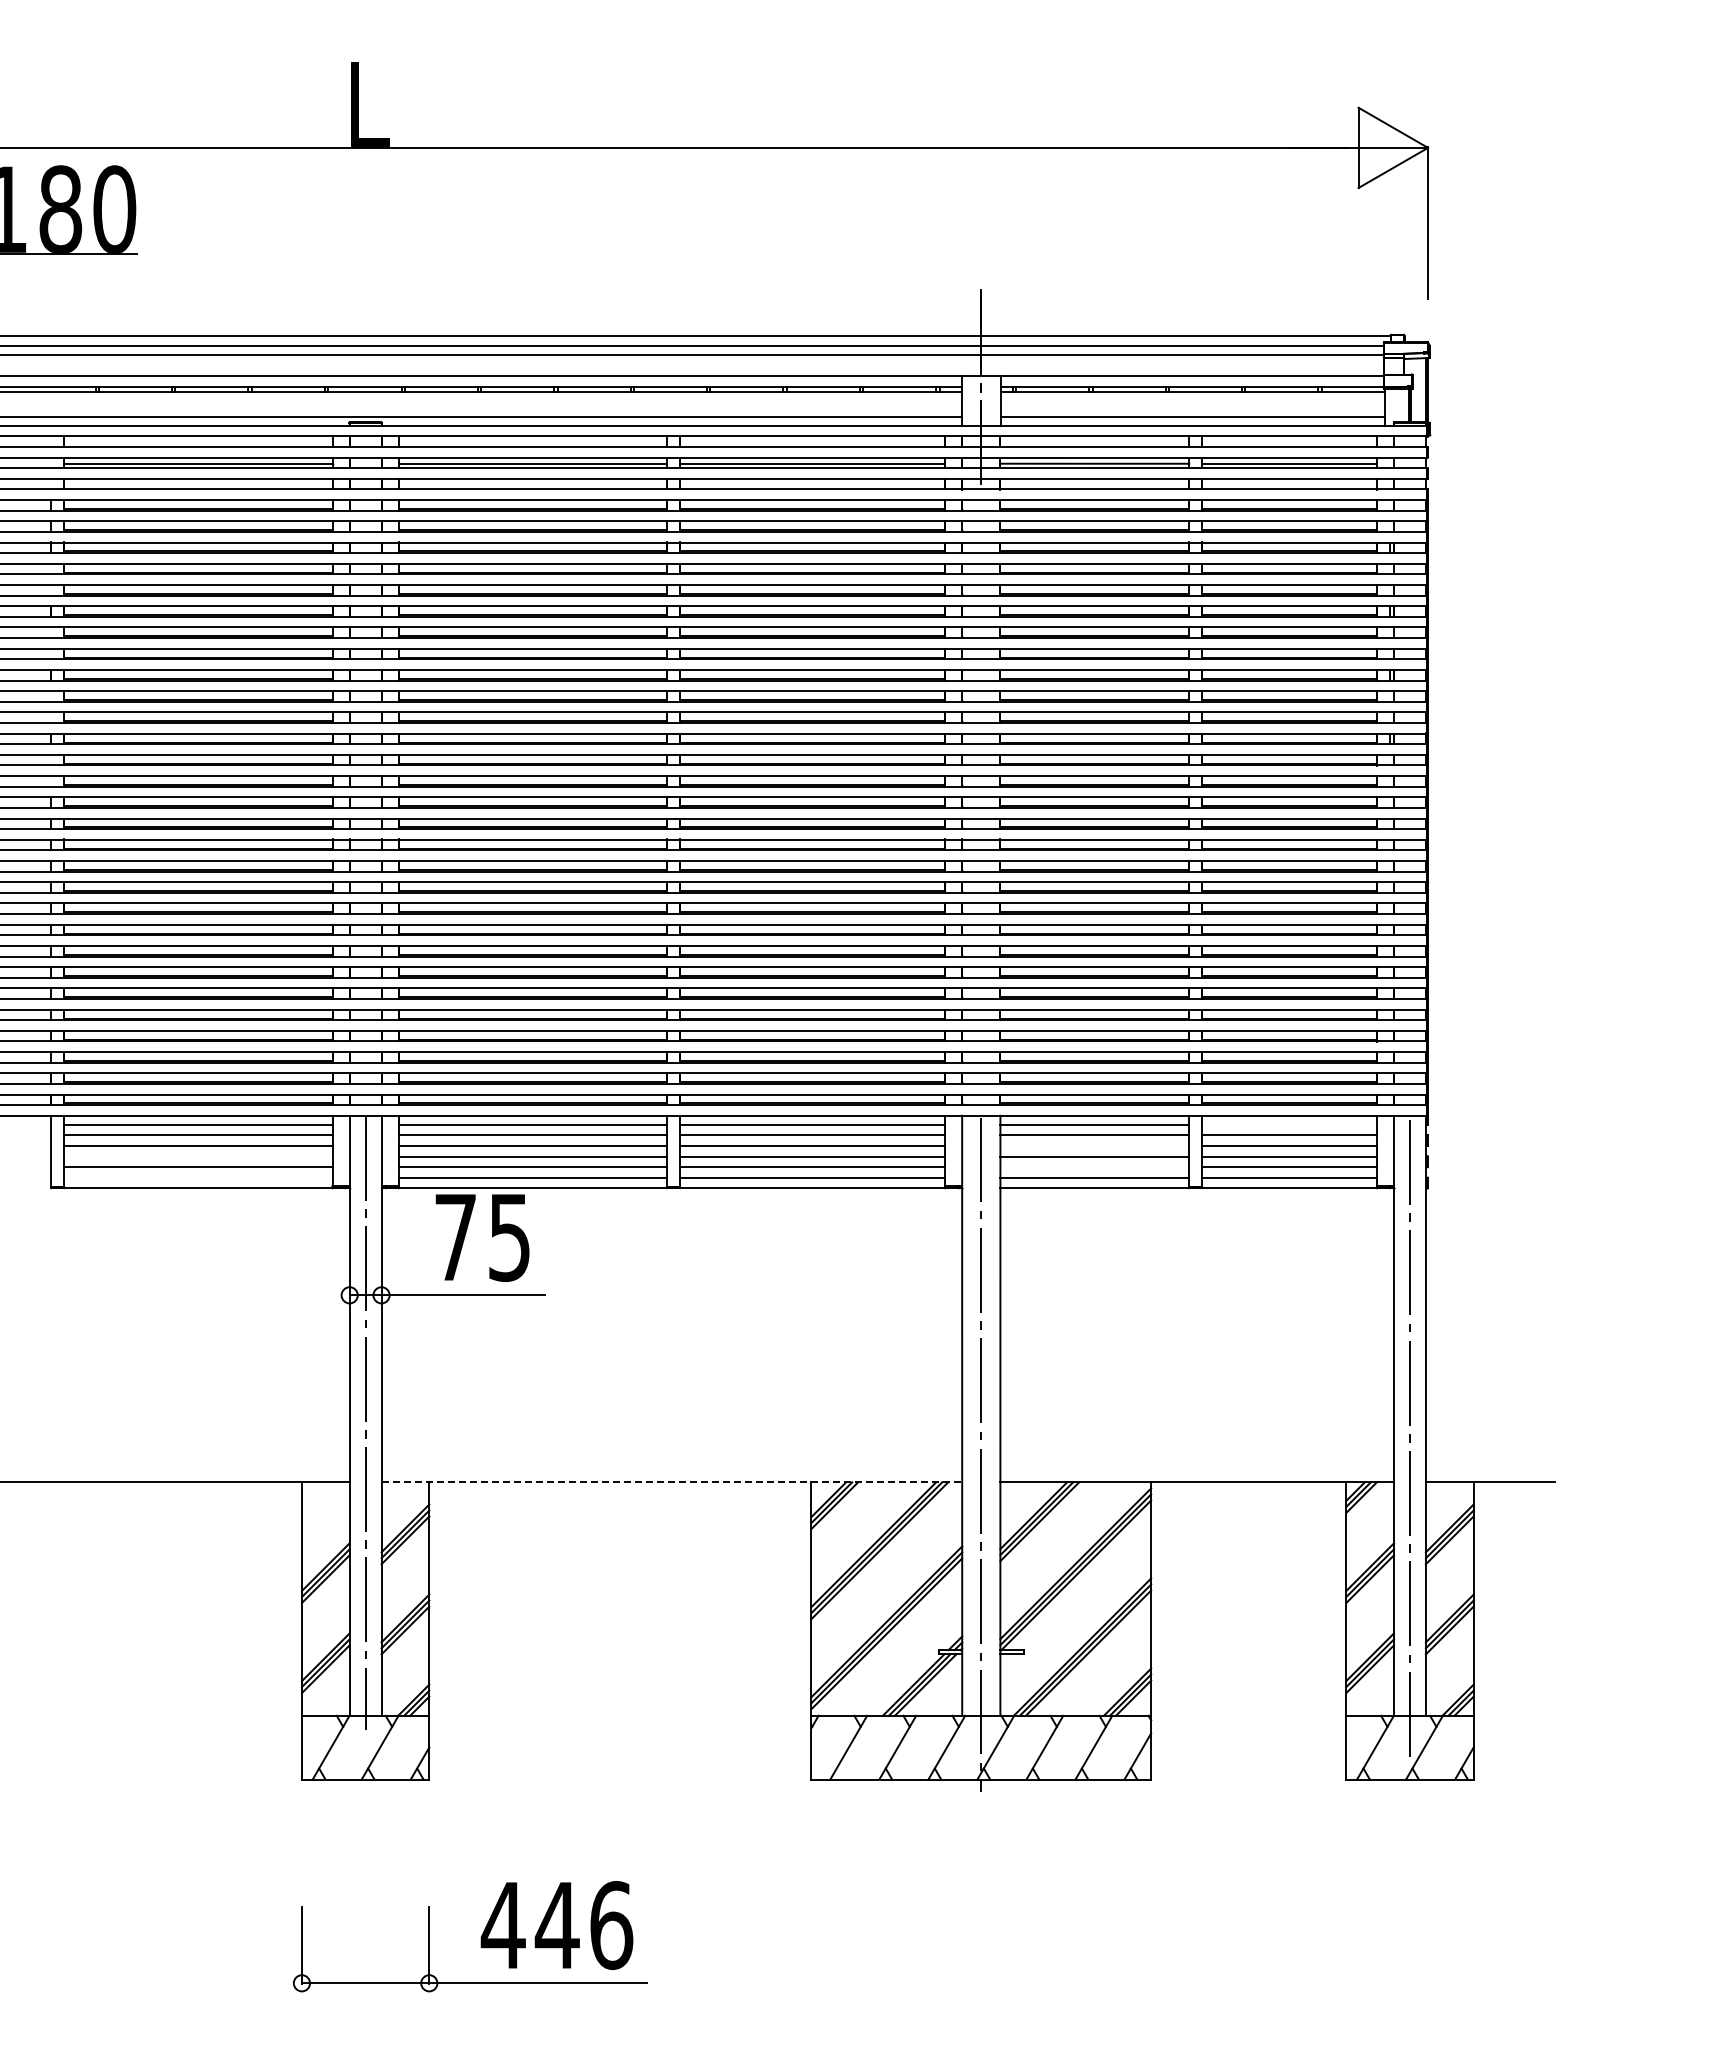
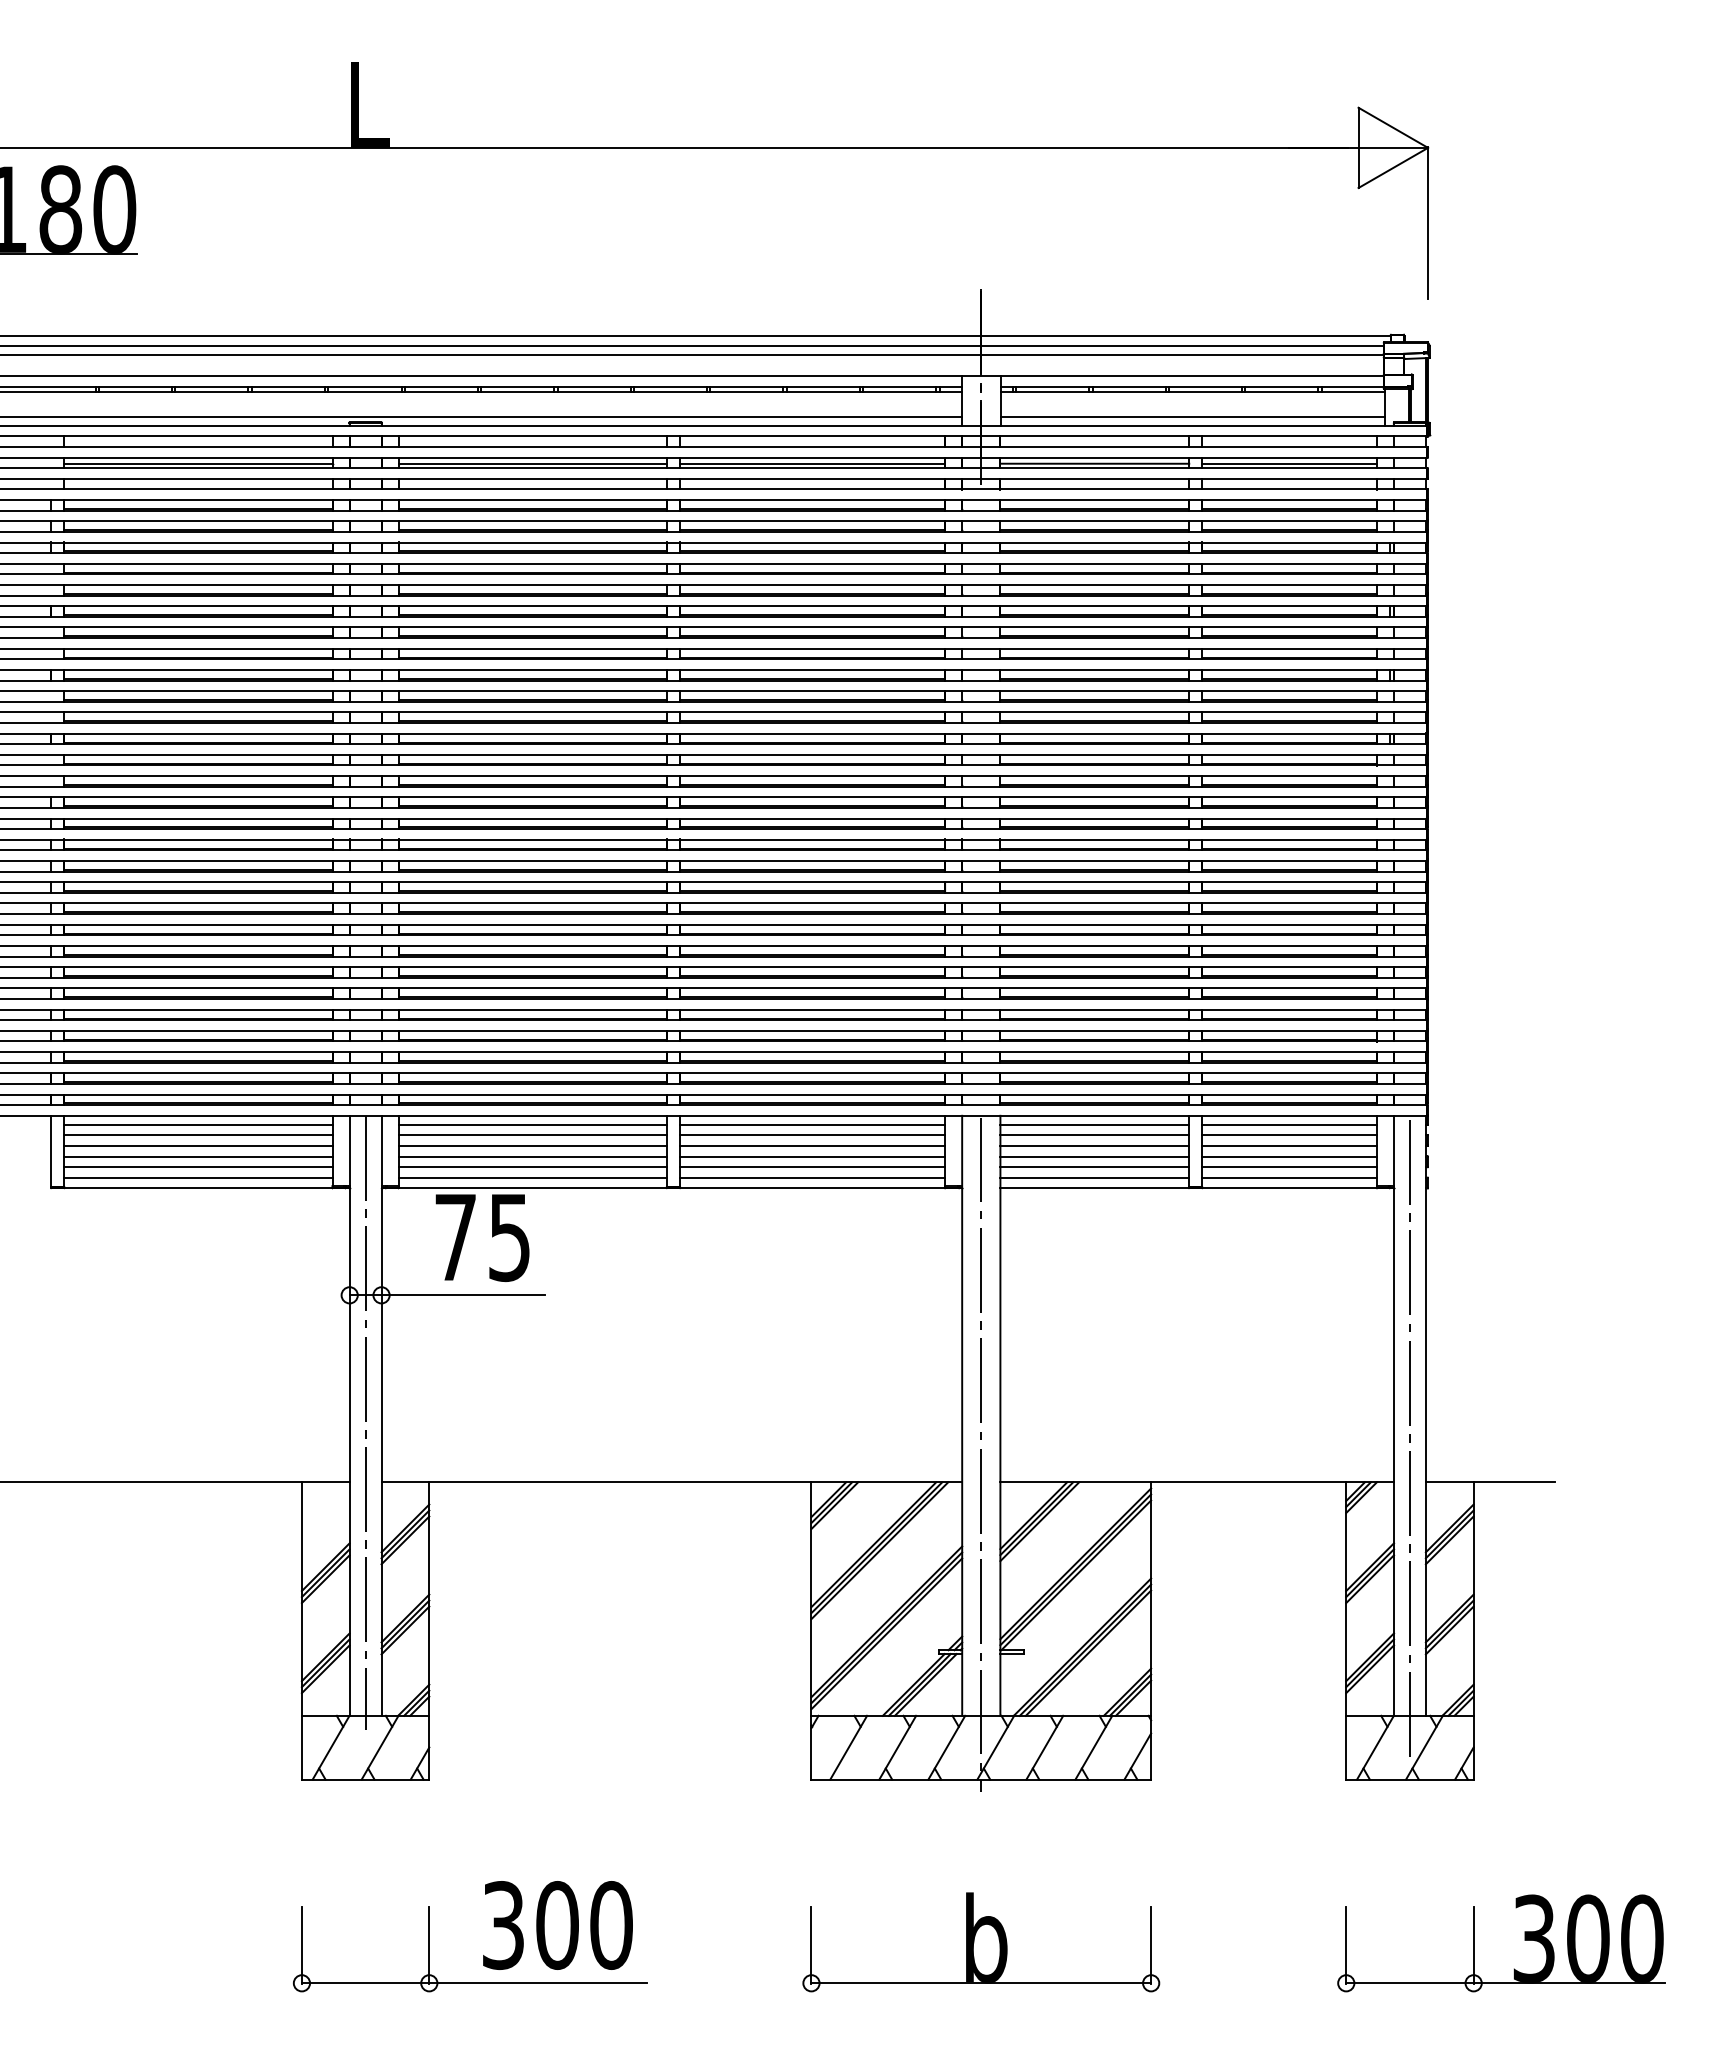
line at (1289, 1124): none -> present
line at (1094, 1145): none -> present
line at (198, 1156): none -> present
line at (1094, 1167): none -> present
line at (198, 1177): none -> present
line at (672, 1482): dashed -> solid
text at (556, 1925): 446 -> 300
part at (1524, 1940): none -> present
part at (981, 1942): none -> present
